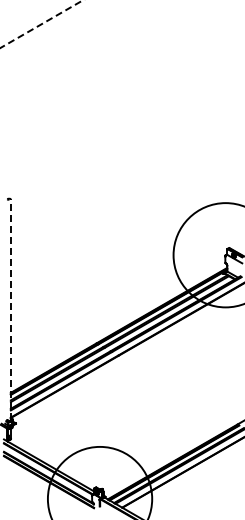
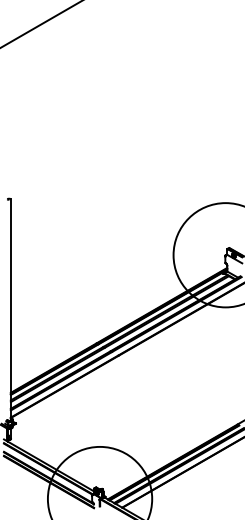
line at (41, 24): dashed -> solid
line at (10, 309): dashed -> solid
